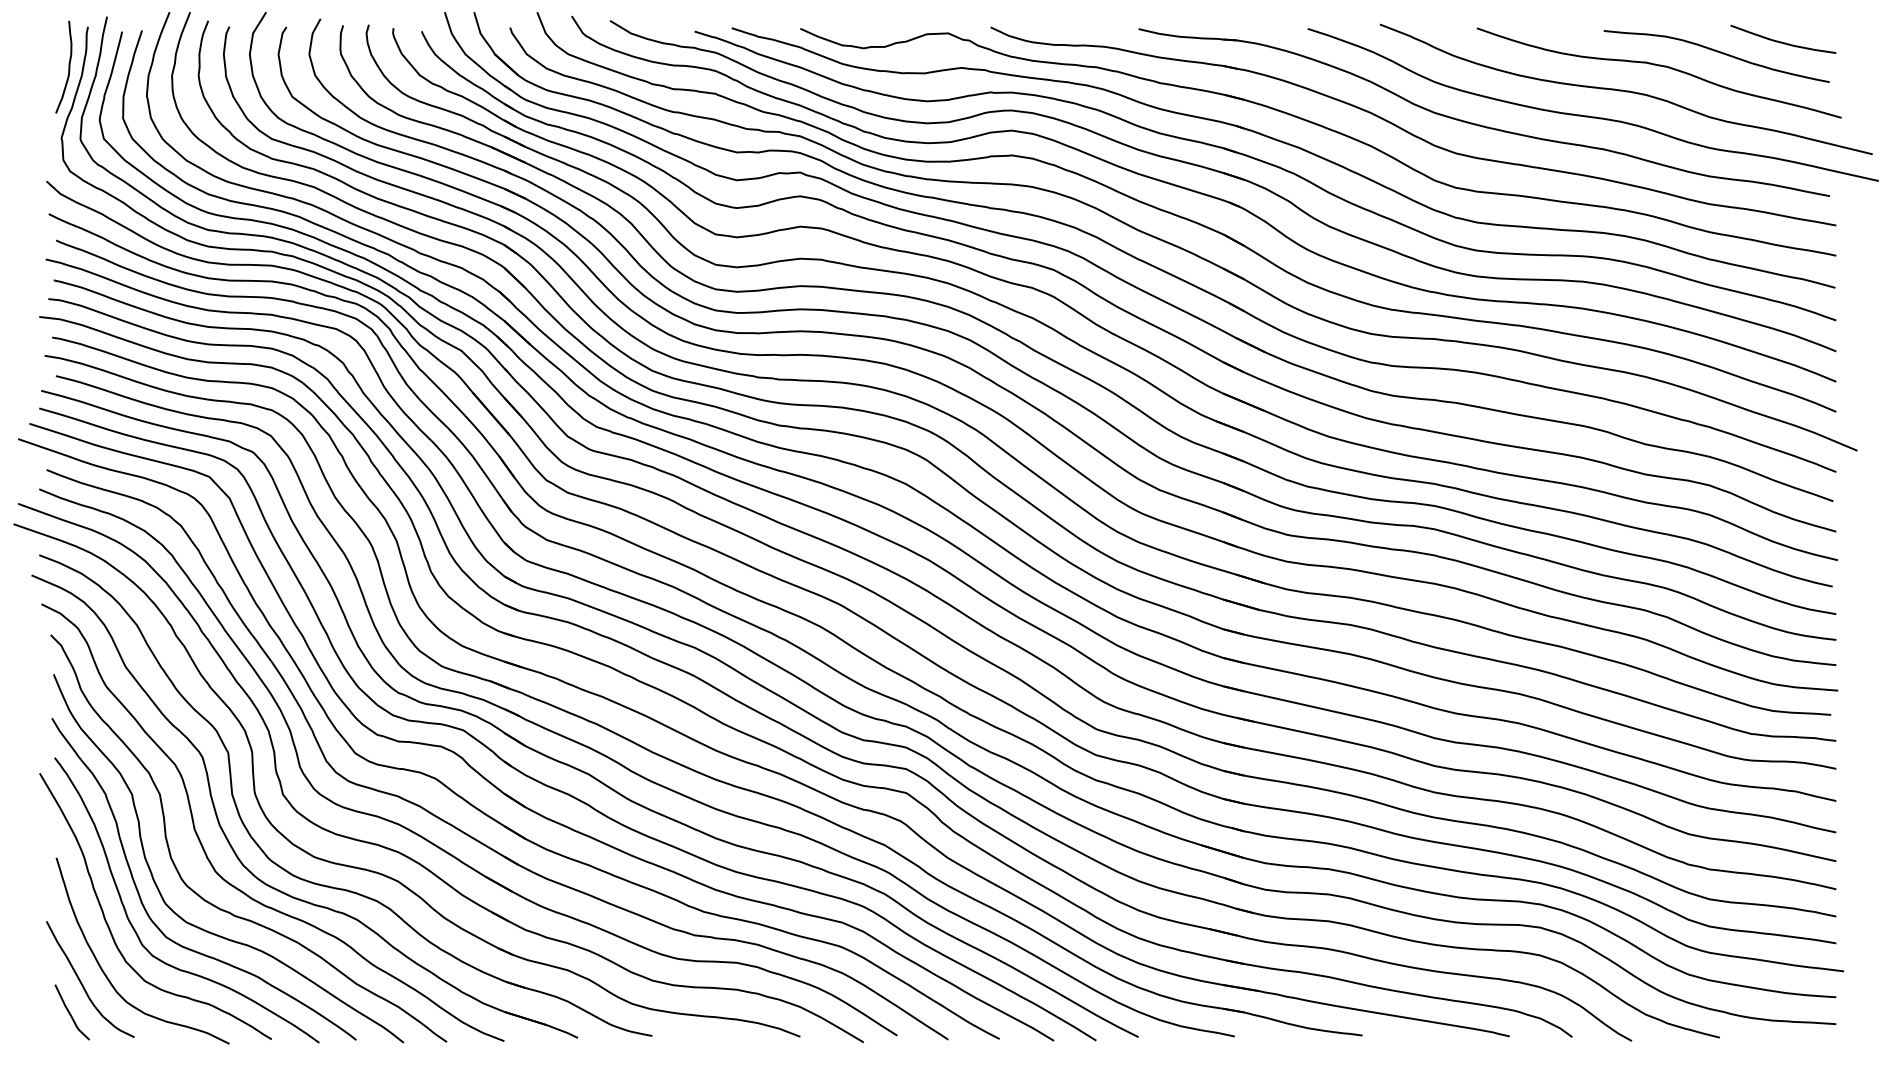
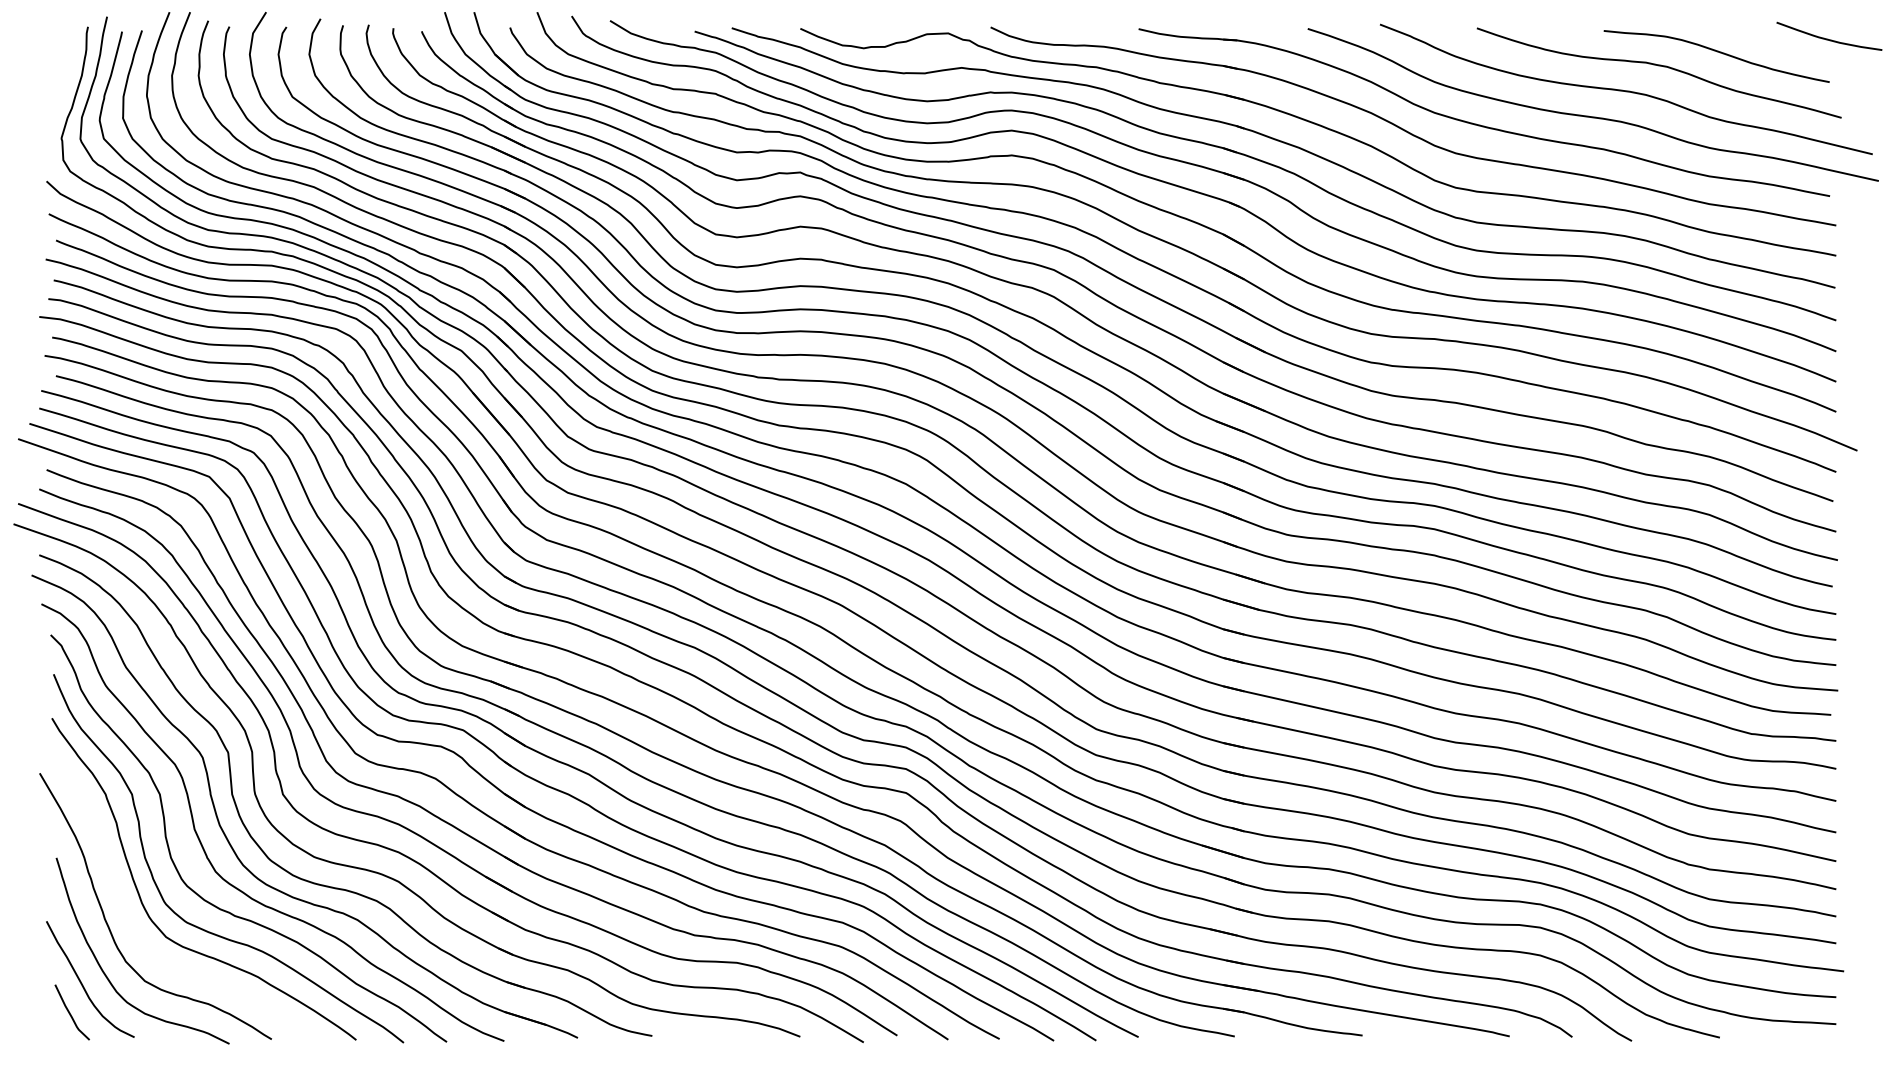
curve at (1782, 41) position: (1782, 41) -> (1828, 38)
curve at (68, 66): present -> none
curve at (134, 927): present -> none
